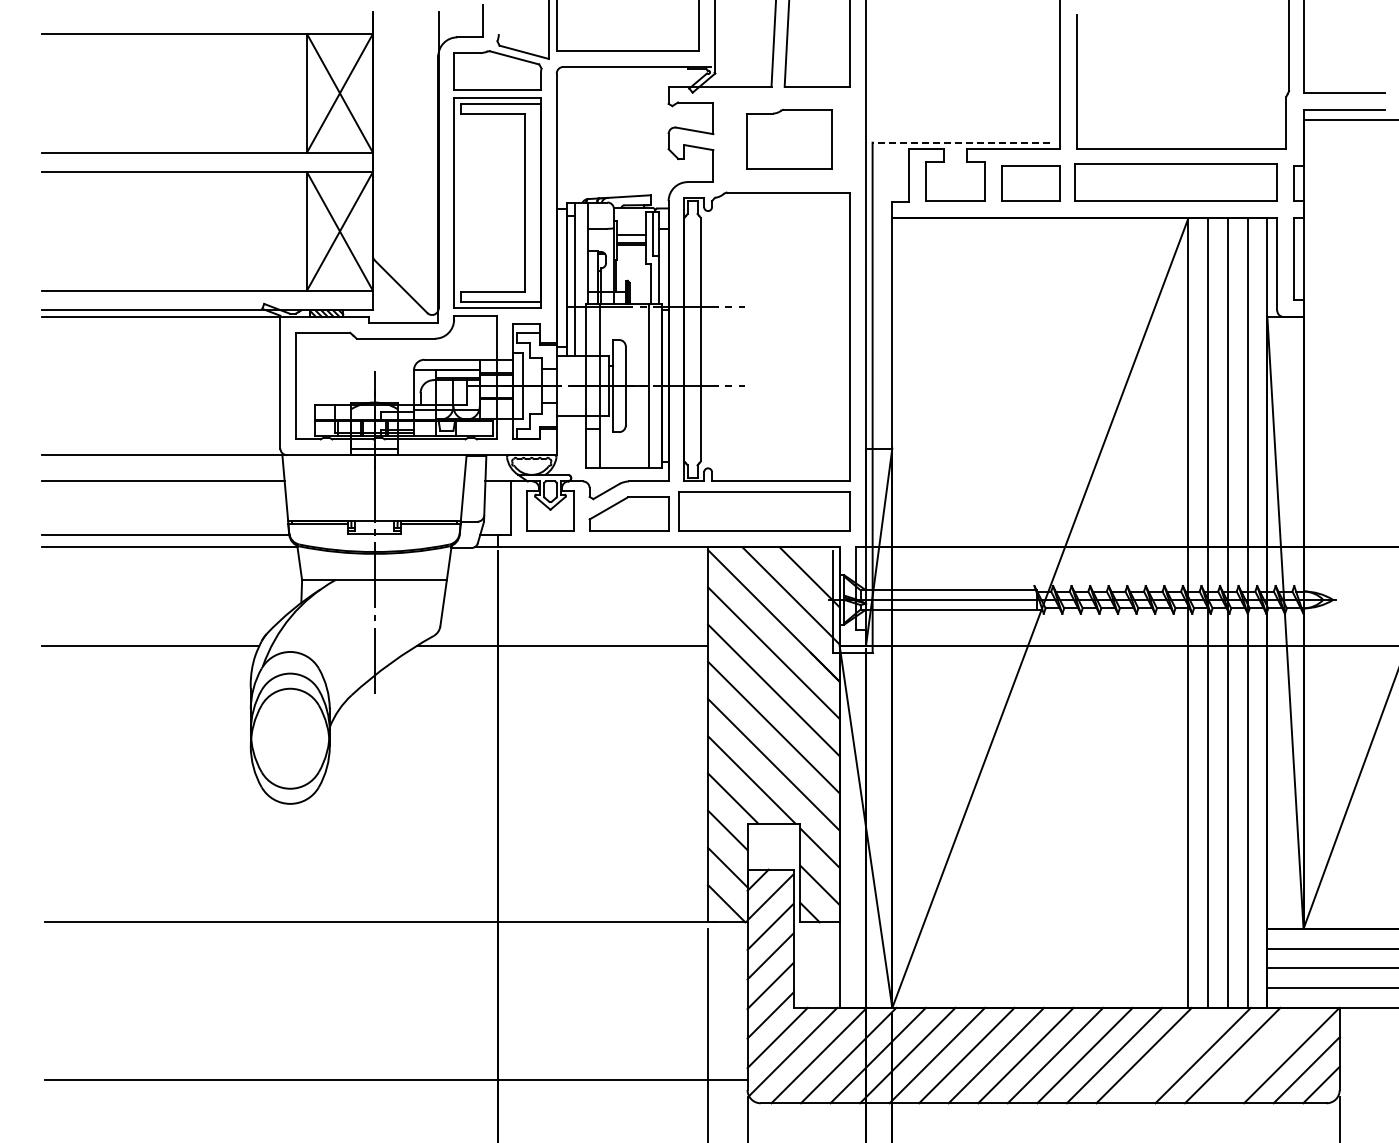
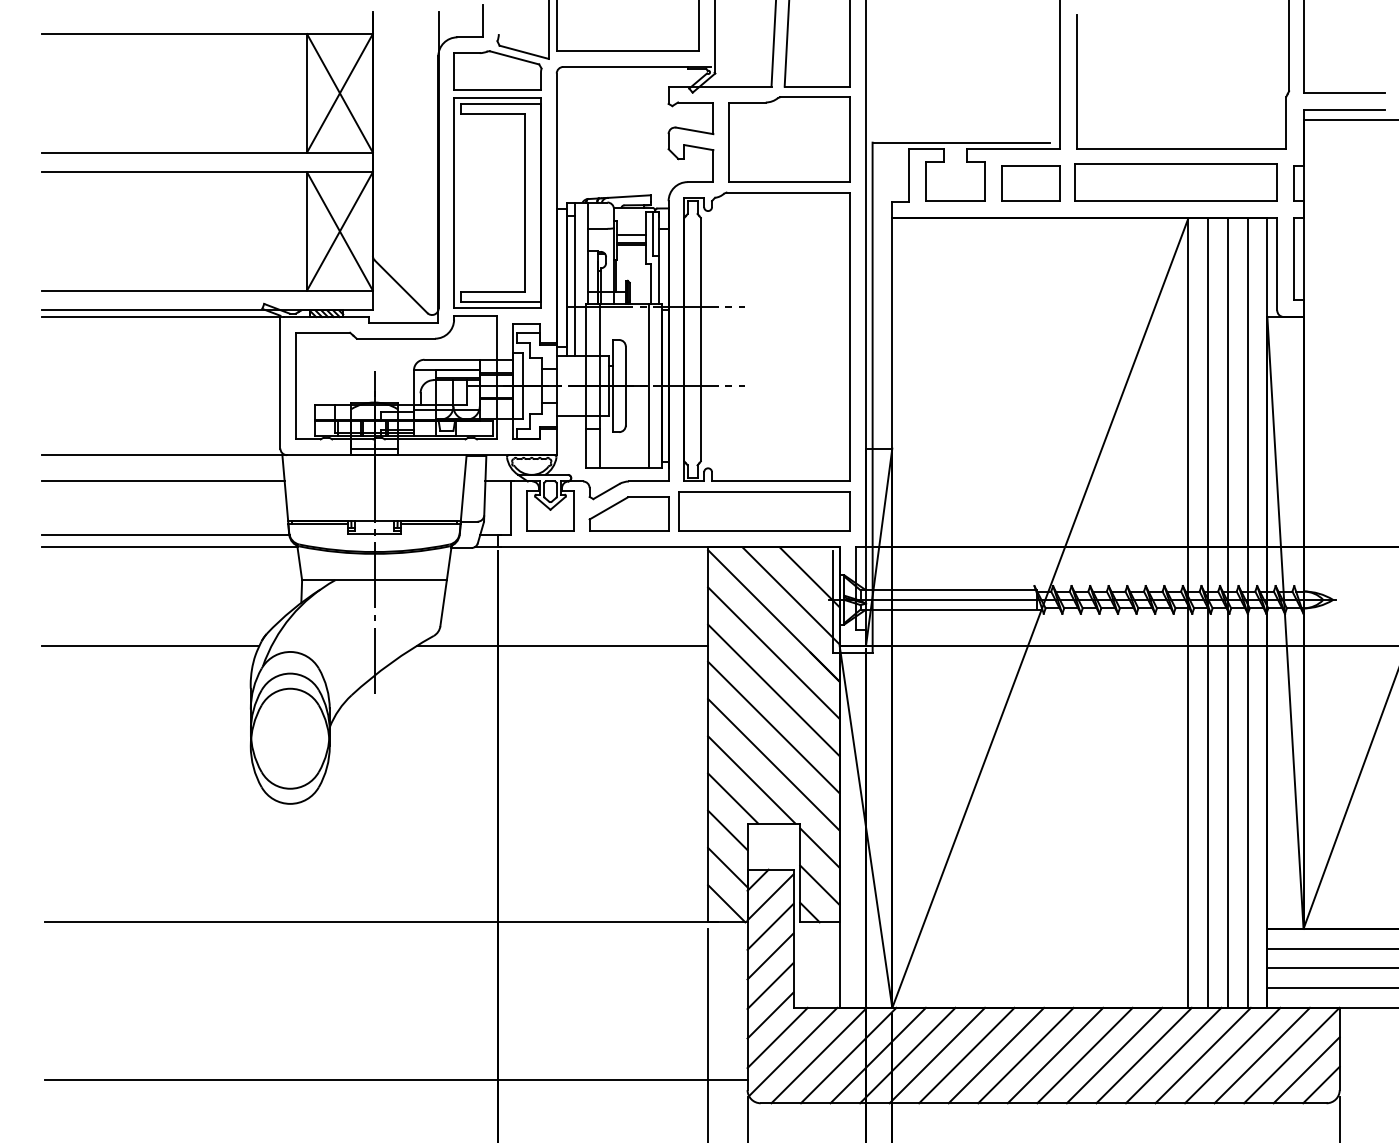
part at (789, 138) size: 87x62 px -> 123x87 px
line at (961, 142): dashed -> solid
line at (1173, 1055): none -> present
line at (1262, 1055): none -> present
